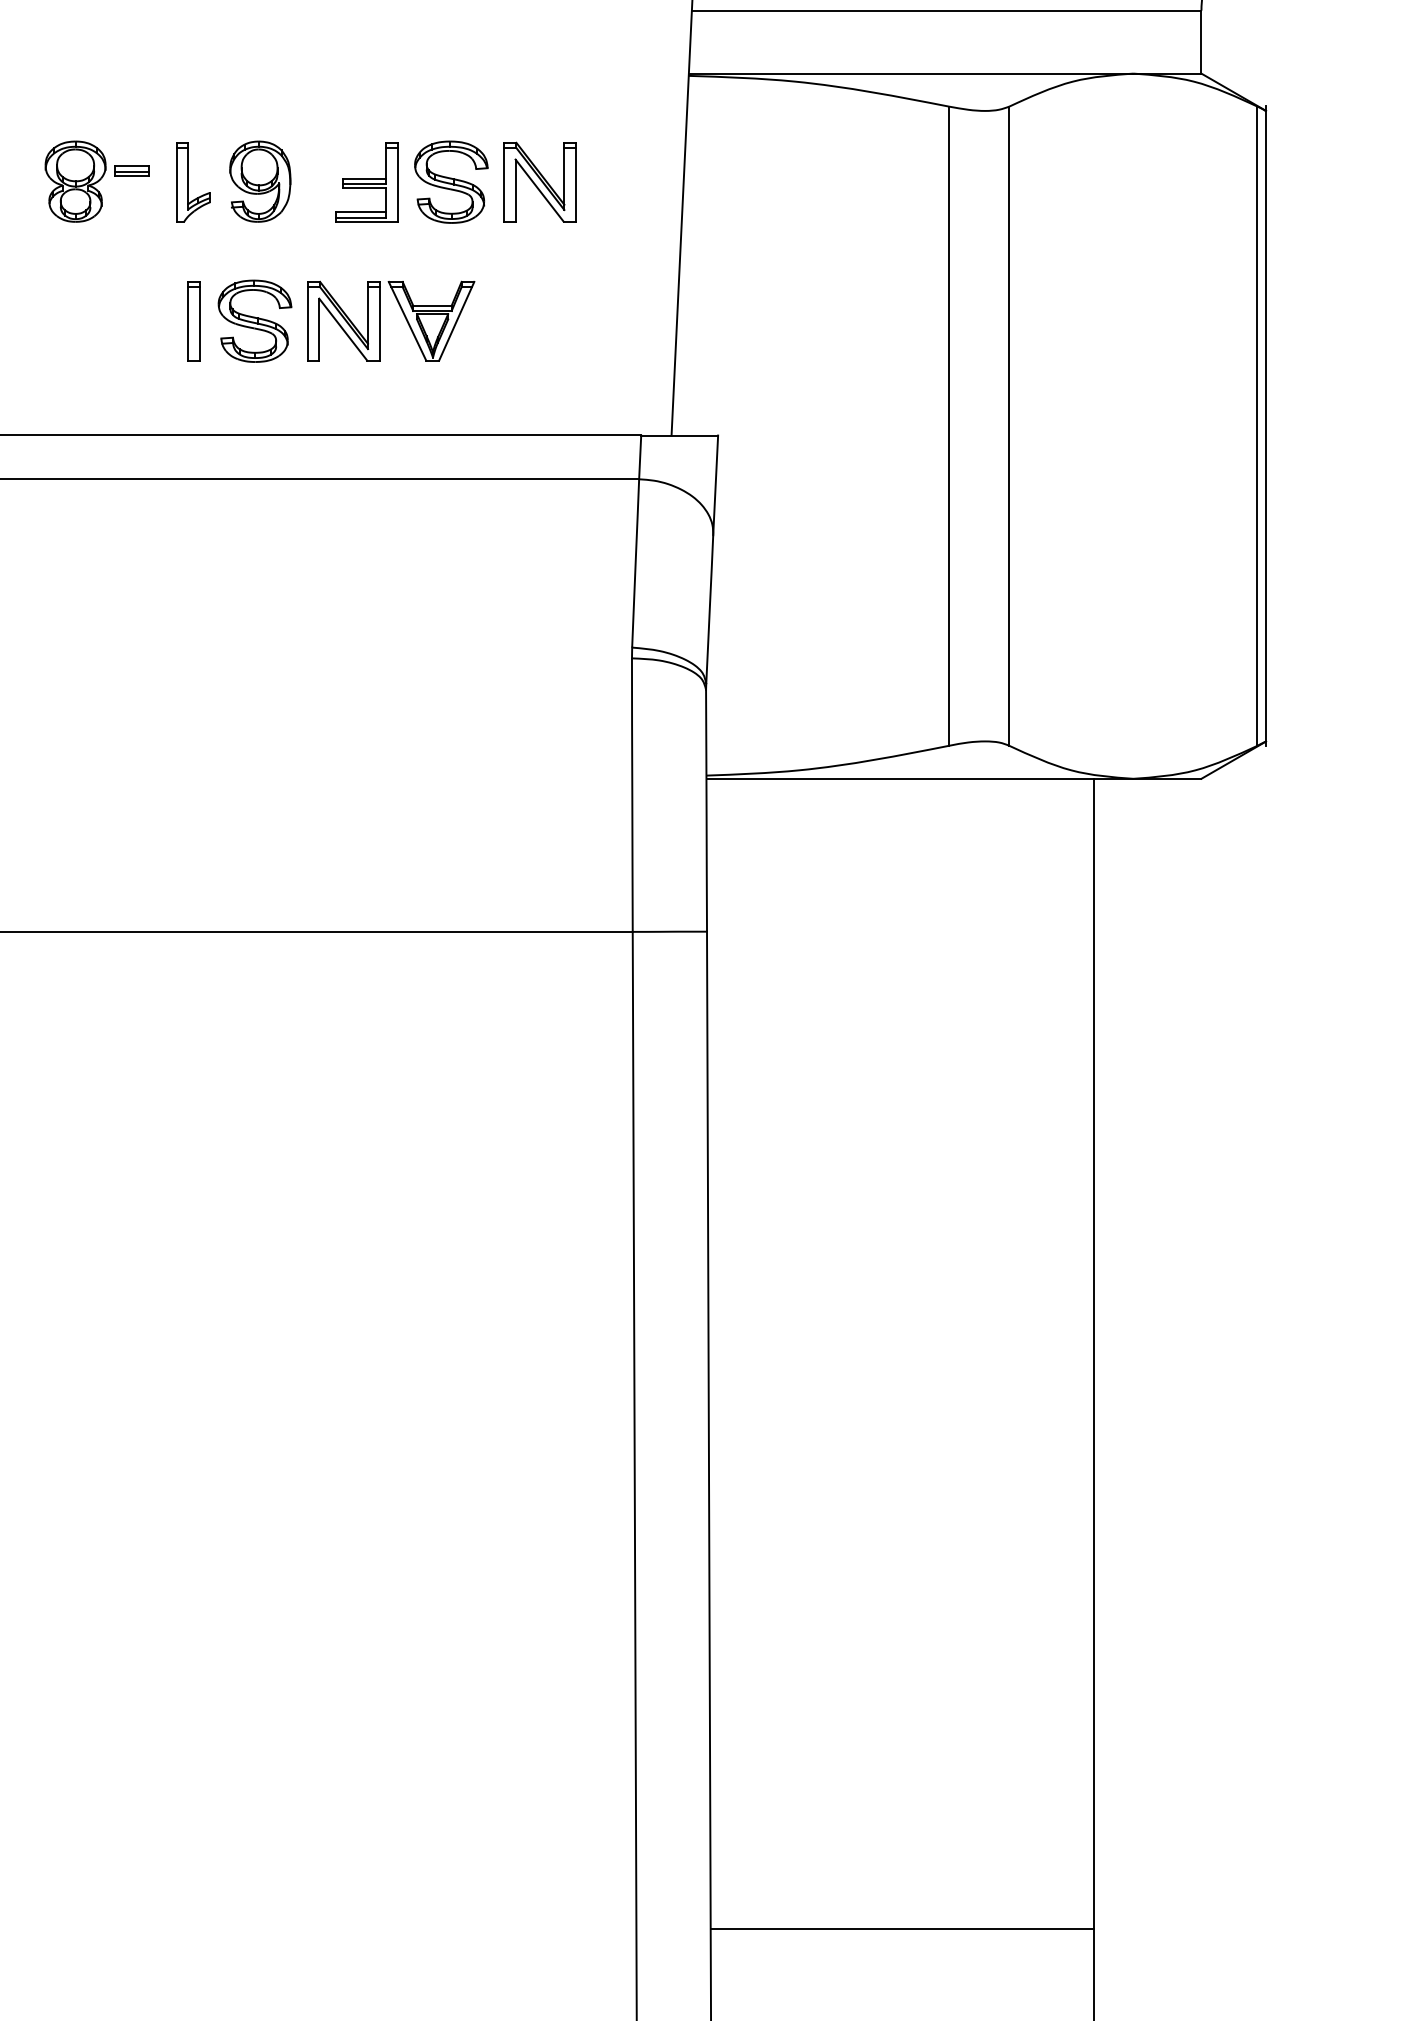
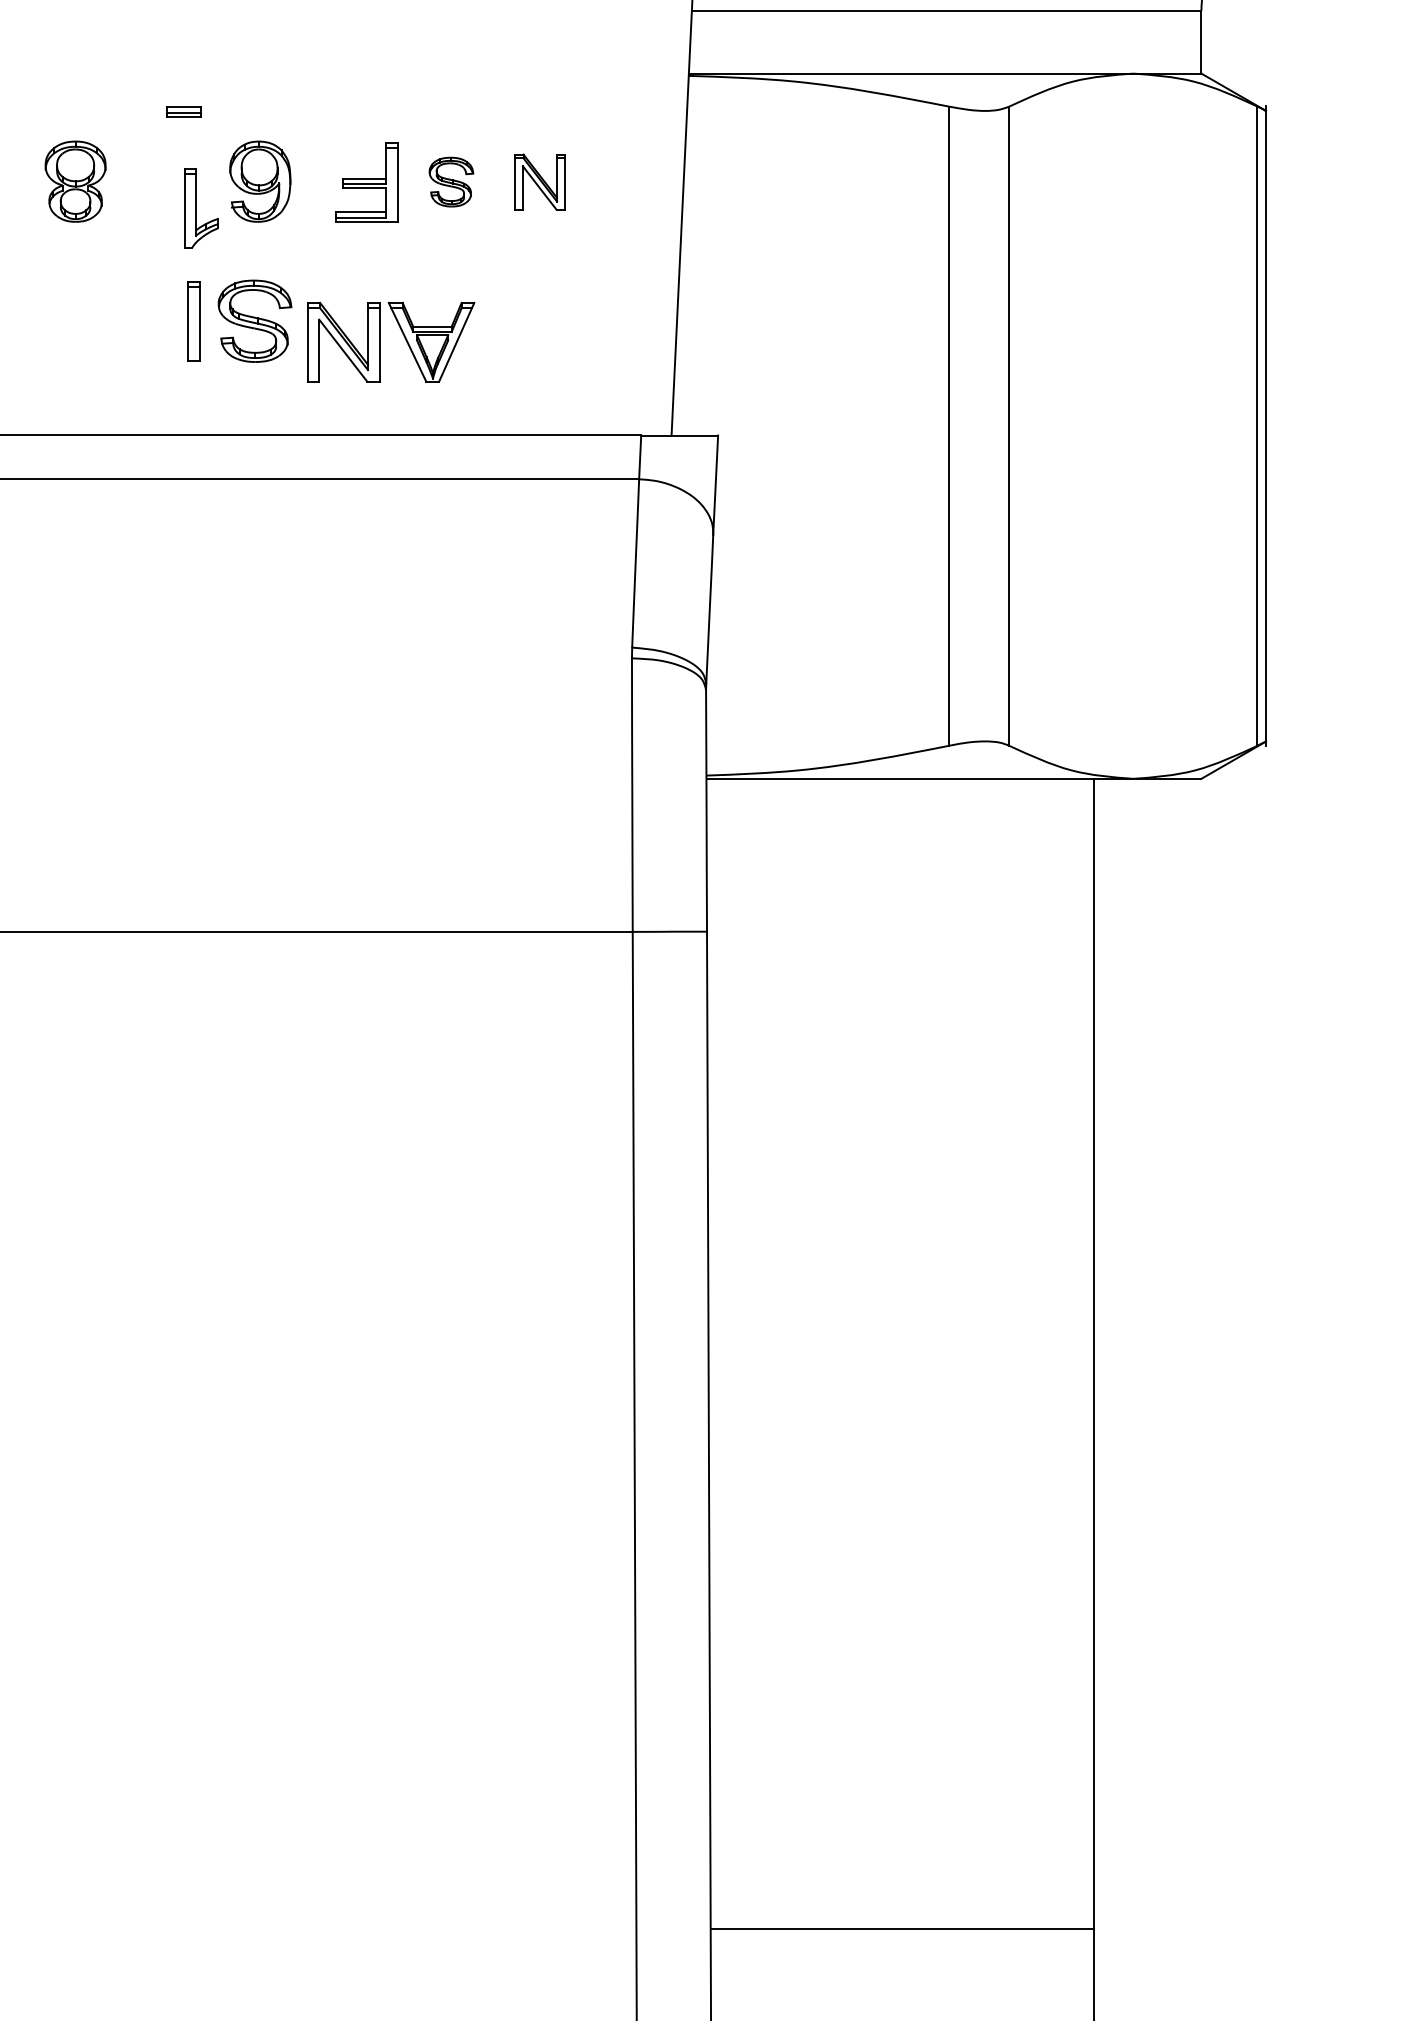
part at (131, 170) position: (131, 170) -> (183, 111)
part at (451, 181) size: 75x84 px -> 47x52 px
part at (539, 181) size: 74x82 px -> 52x58 px
part at (193, 182) position: (193, 182) -> (201, 208)
part at (380, 320) position: (380, 320) -> (380, 341)
